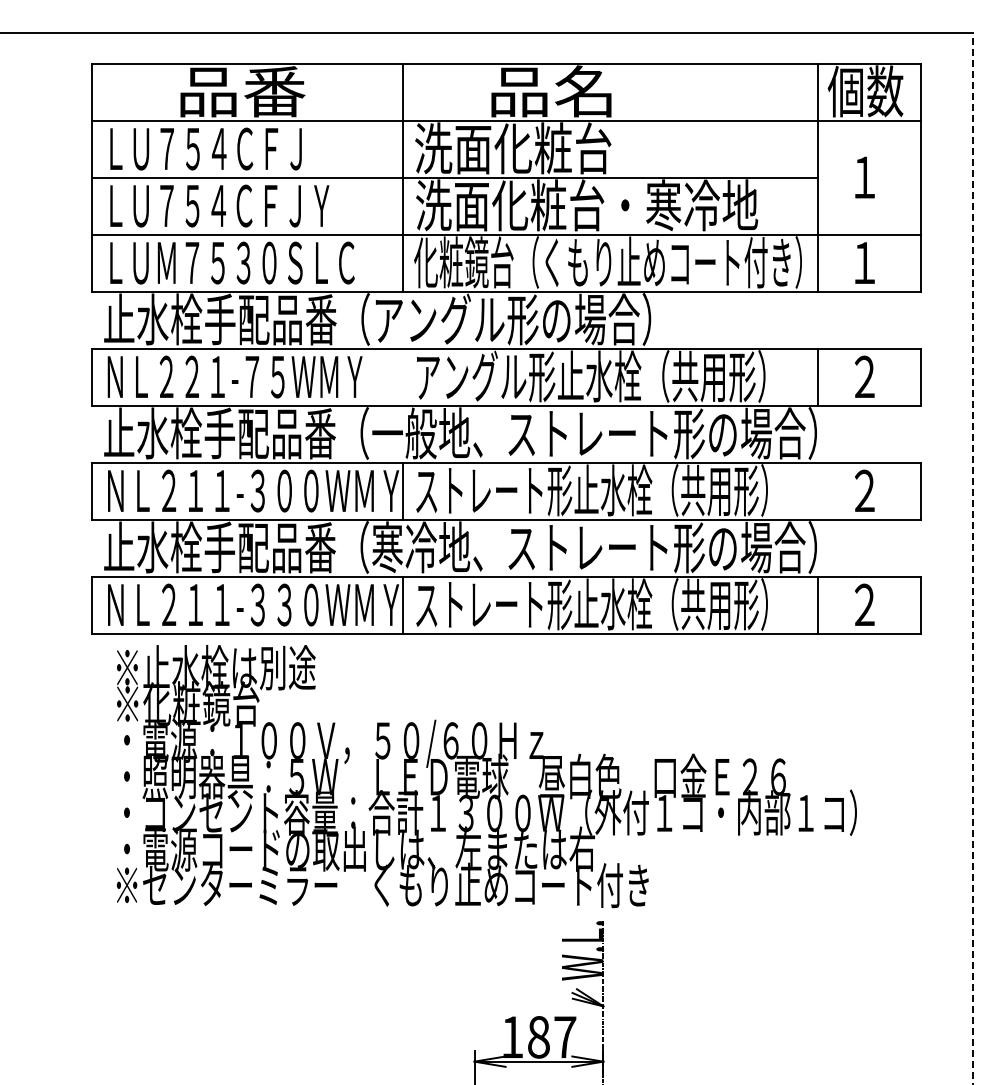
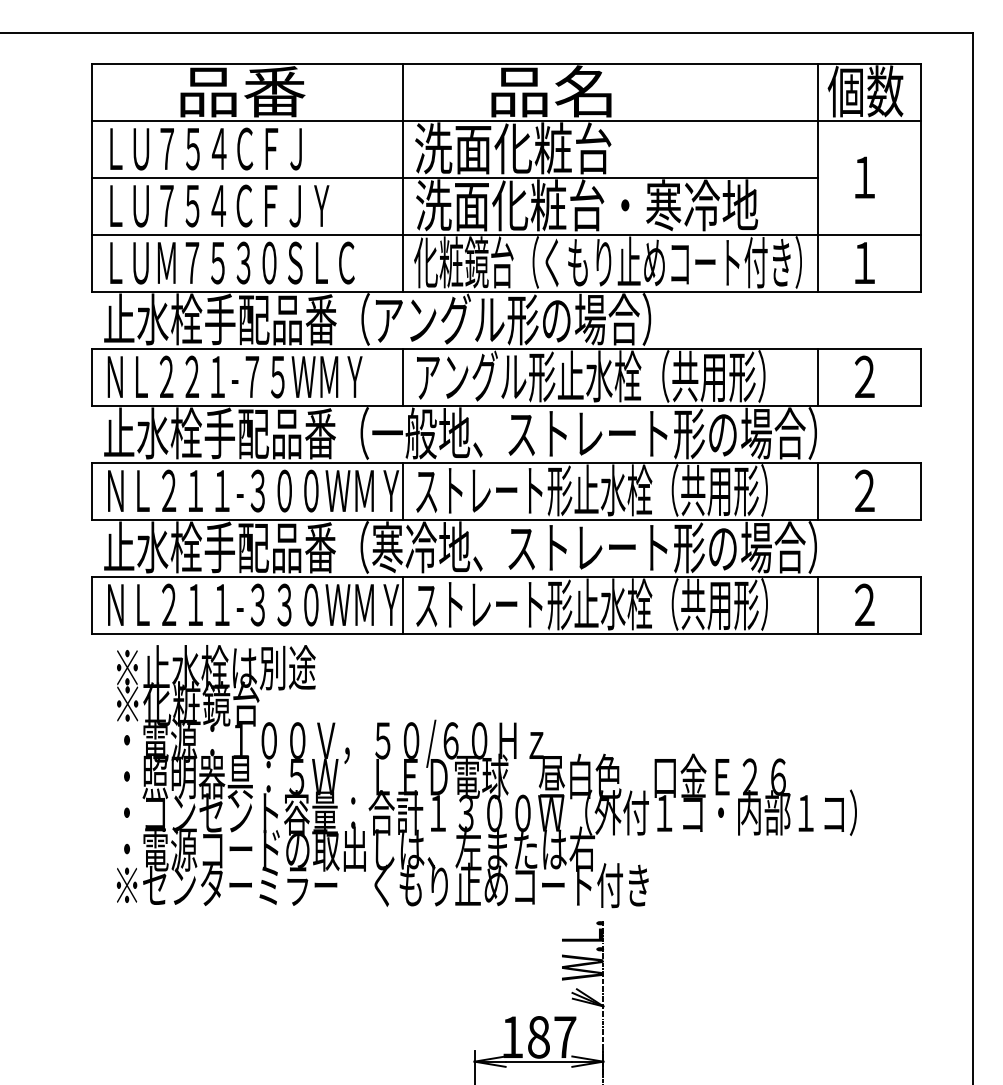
line at (403, 376): none -> present
line at (817, 490): none -> present
line at (973, 558): dashed -> solid
